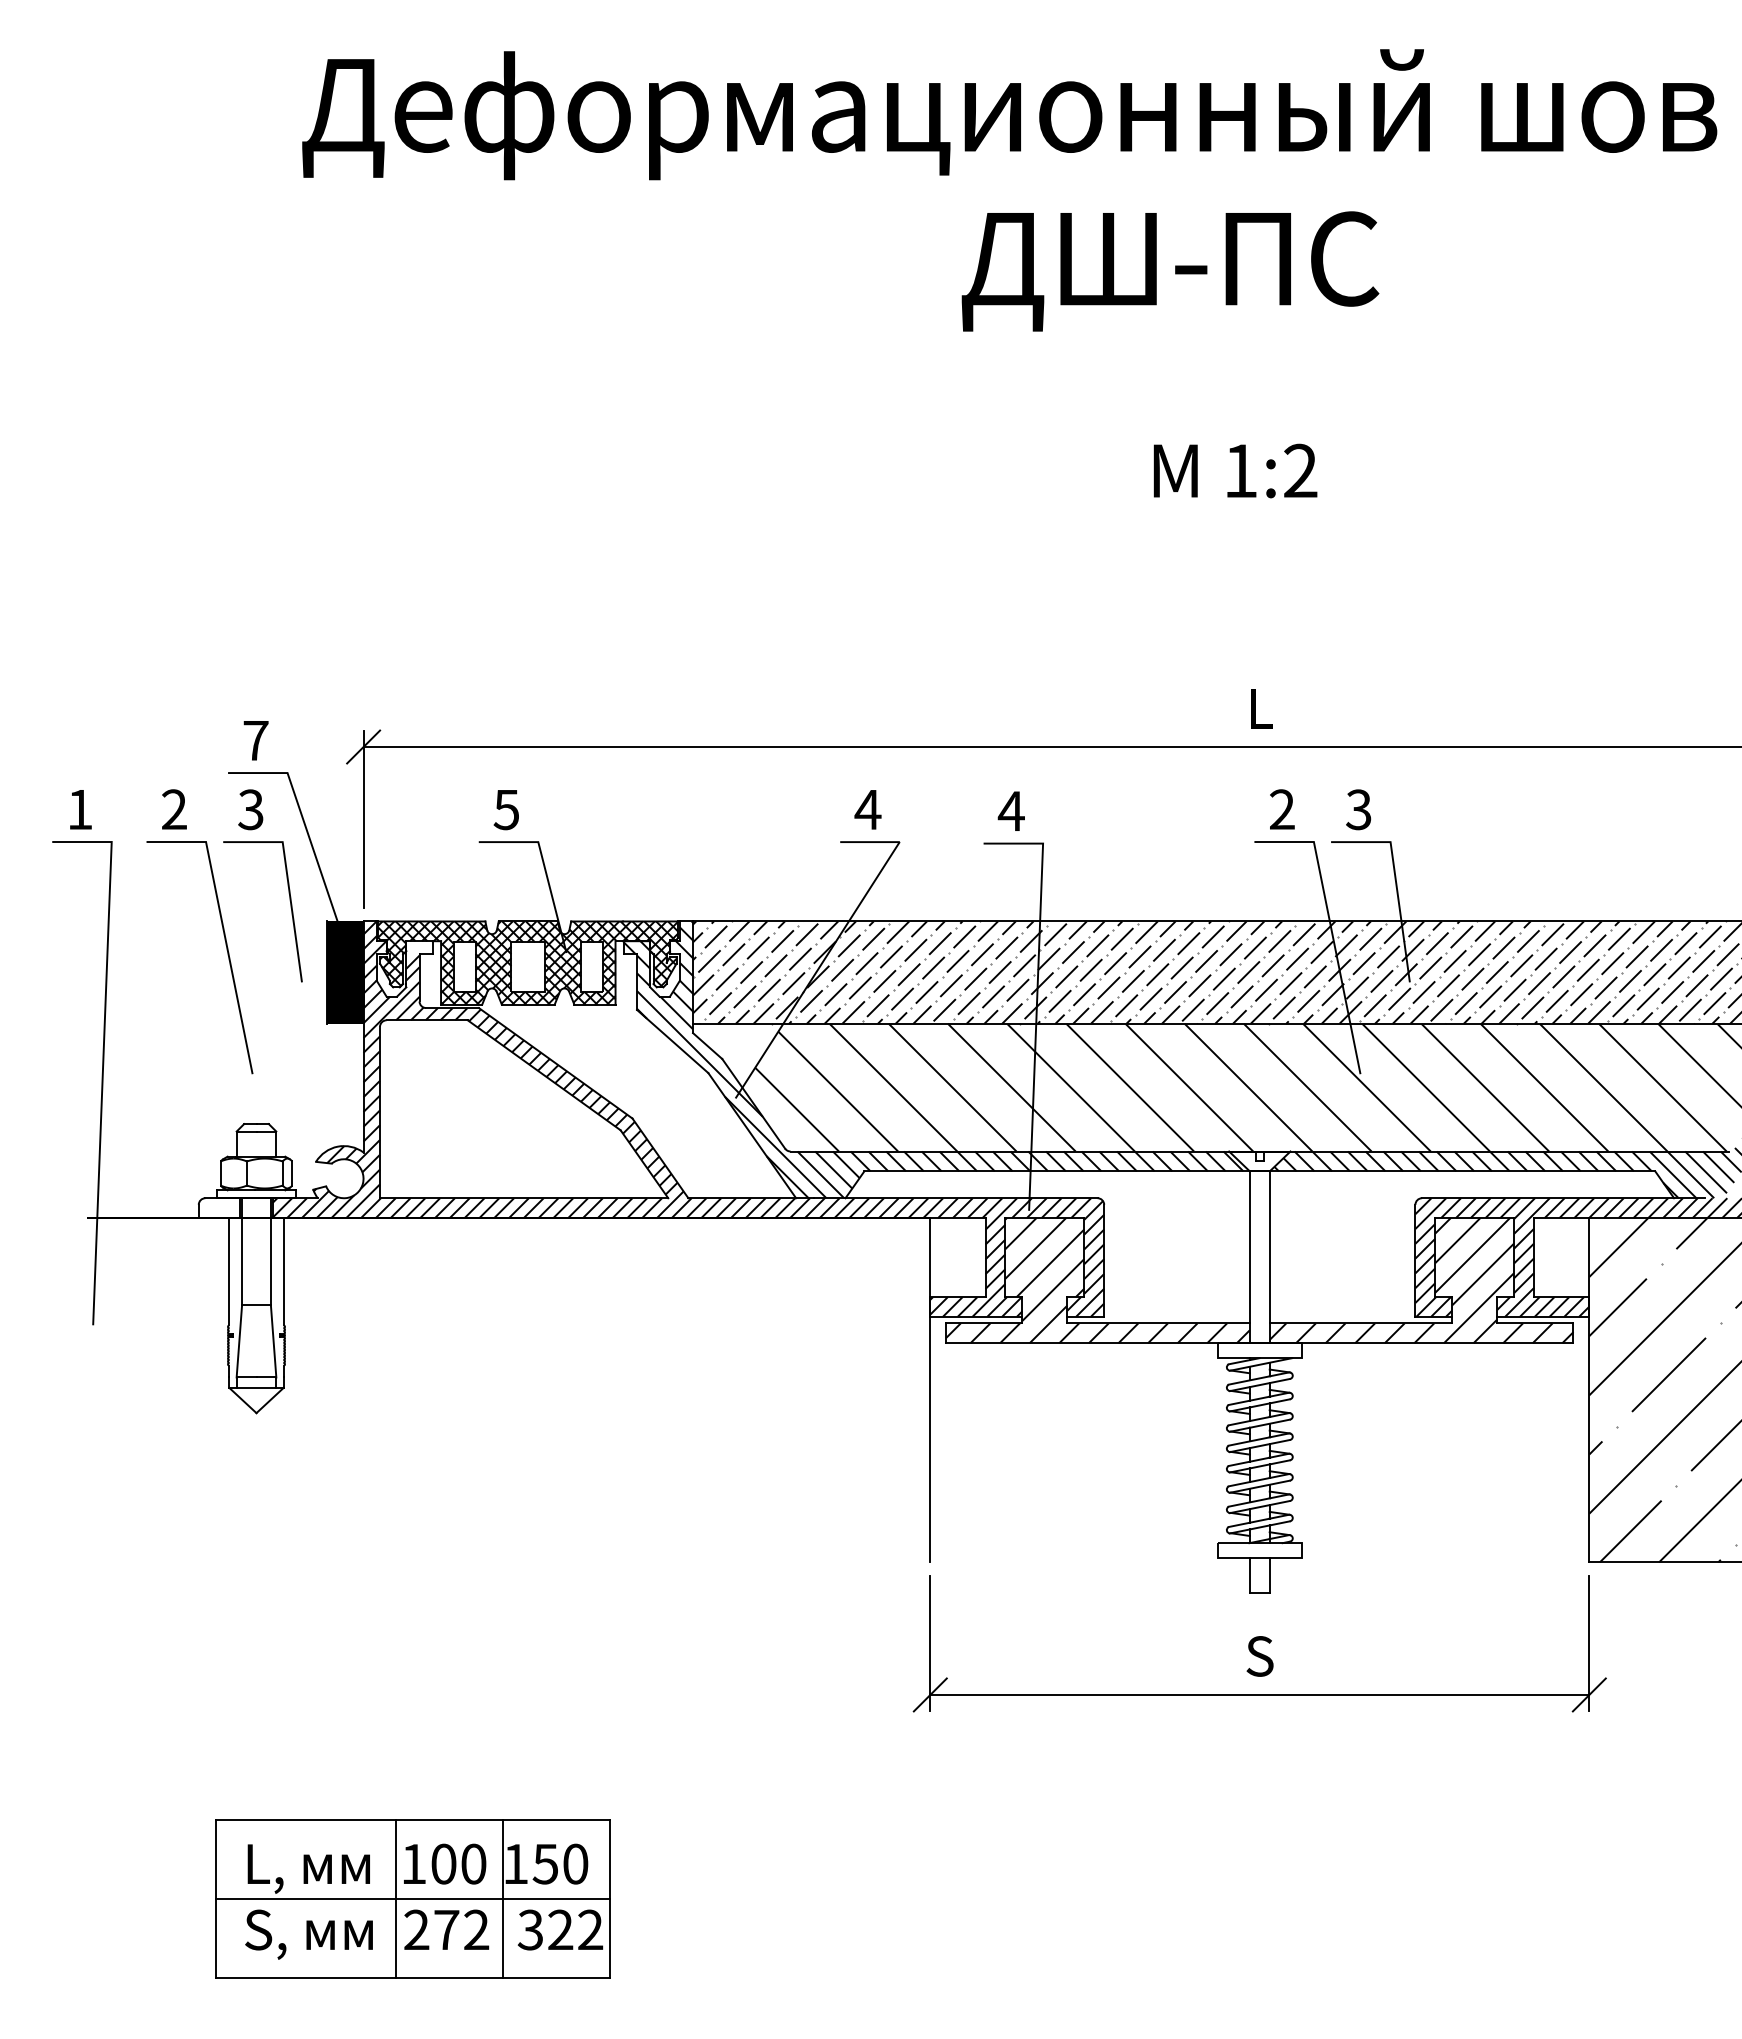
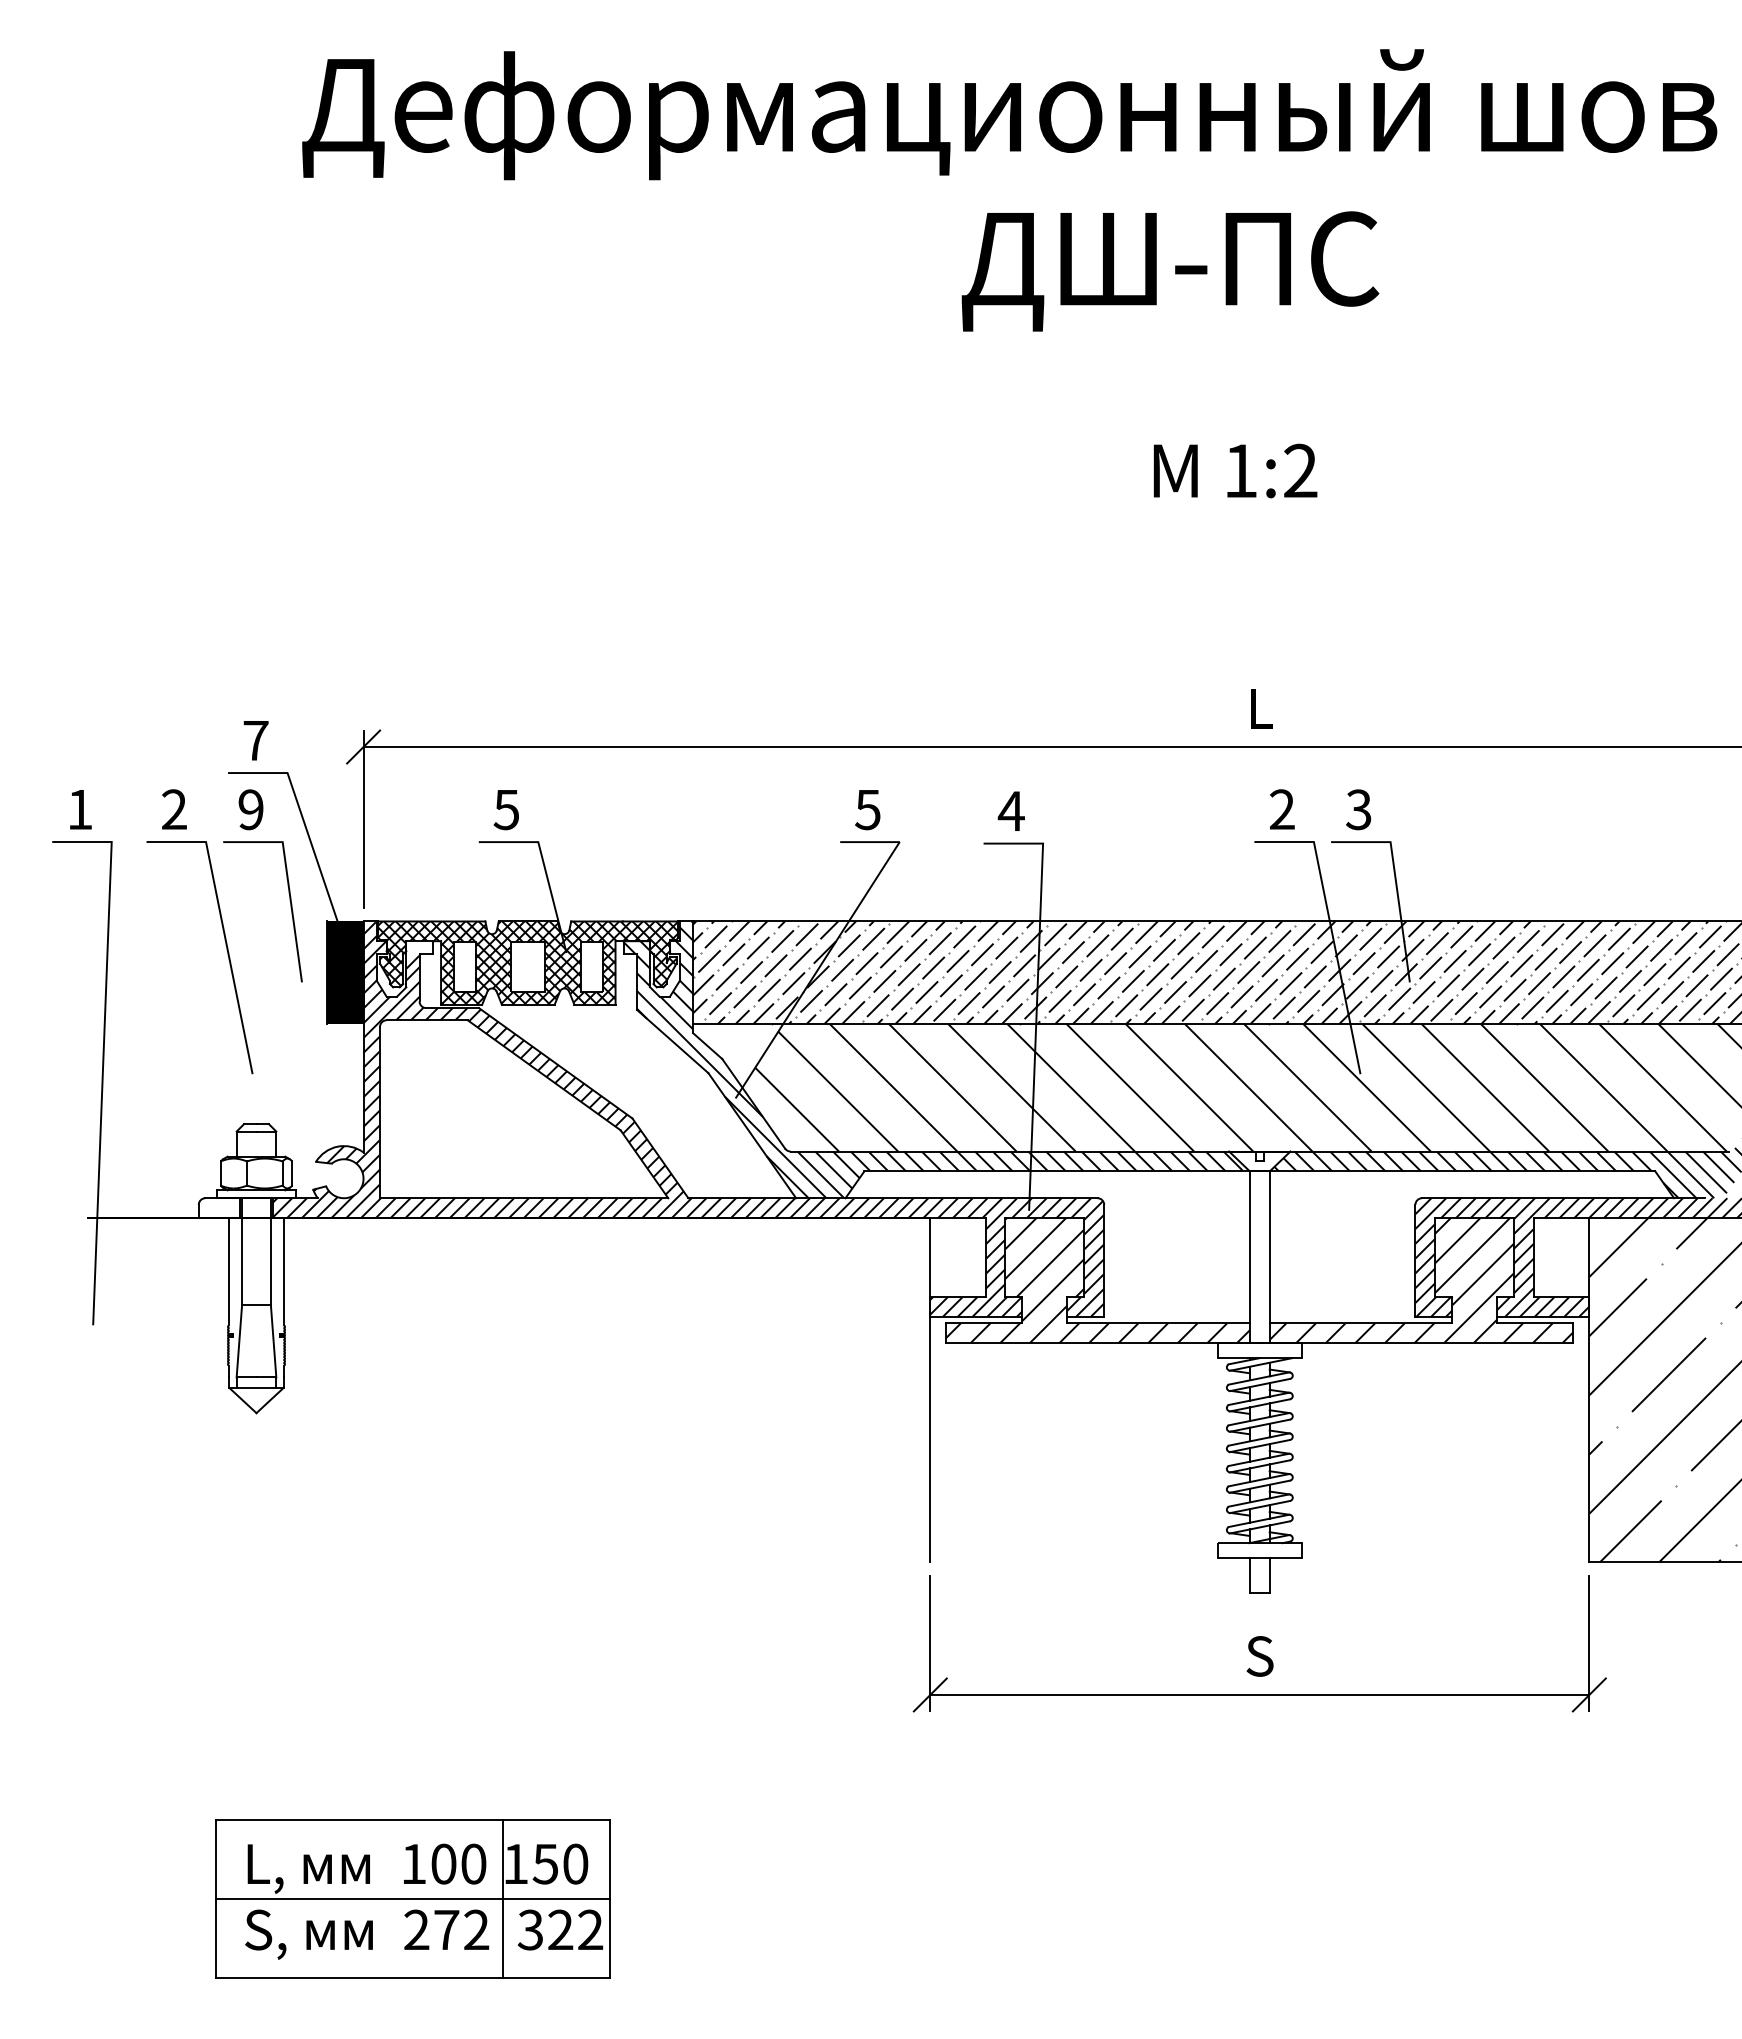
text at (250, 809): 3 -> 9
text at (867, 810): 4 -> 5
line at (396, 1898): present -> none
